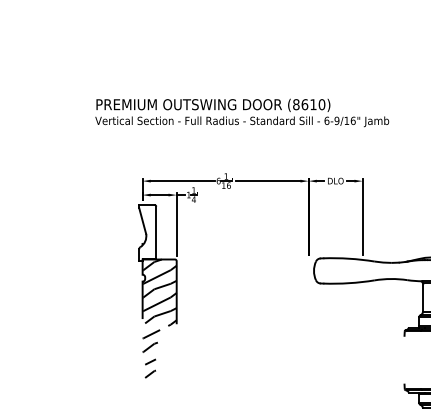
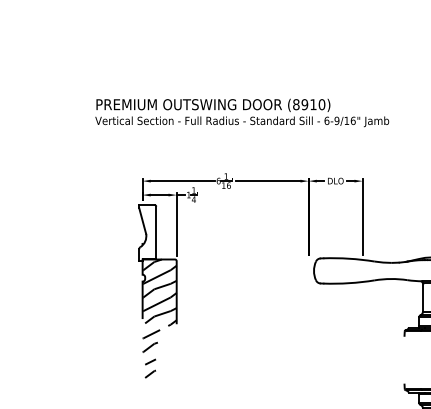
text at (304, 104): (8610) -> (8910)
